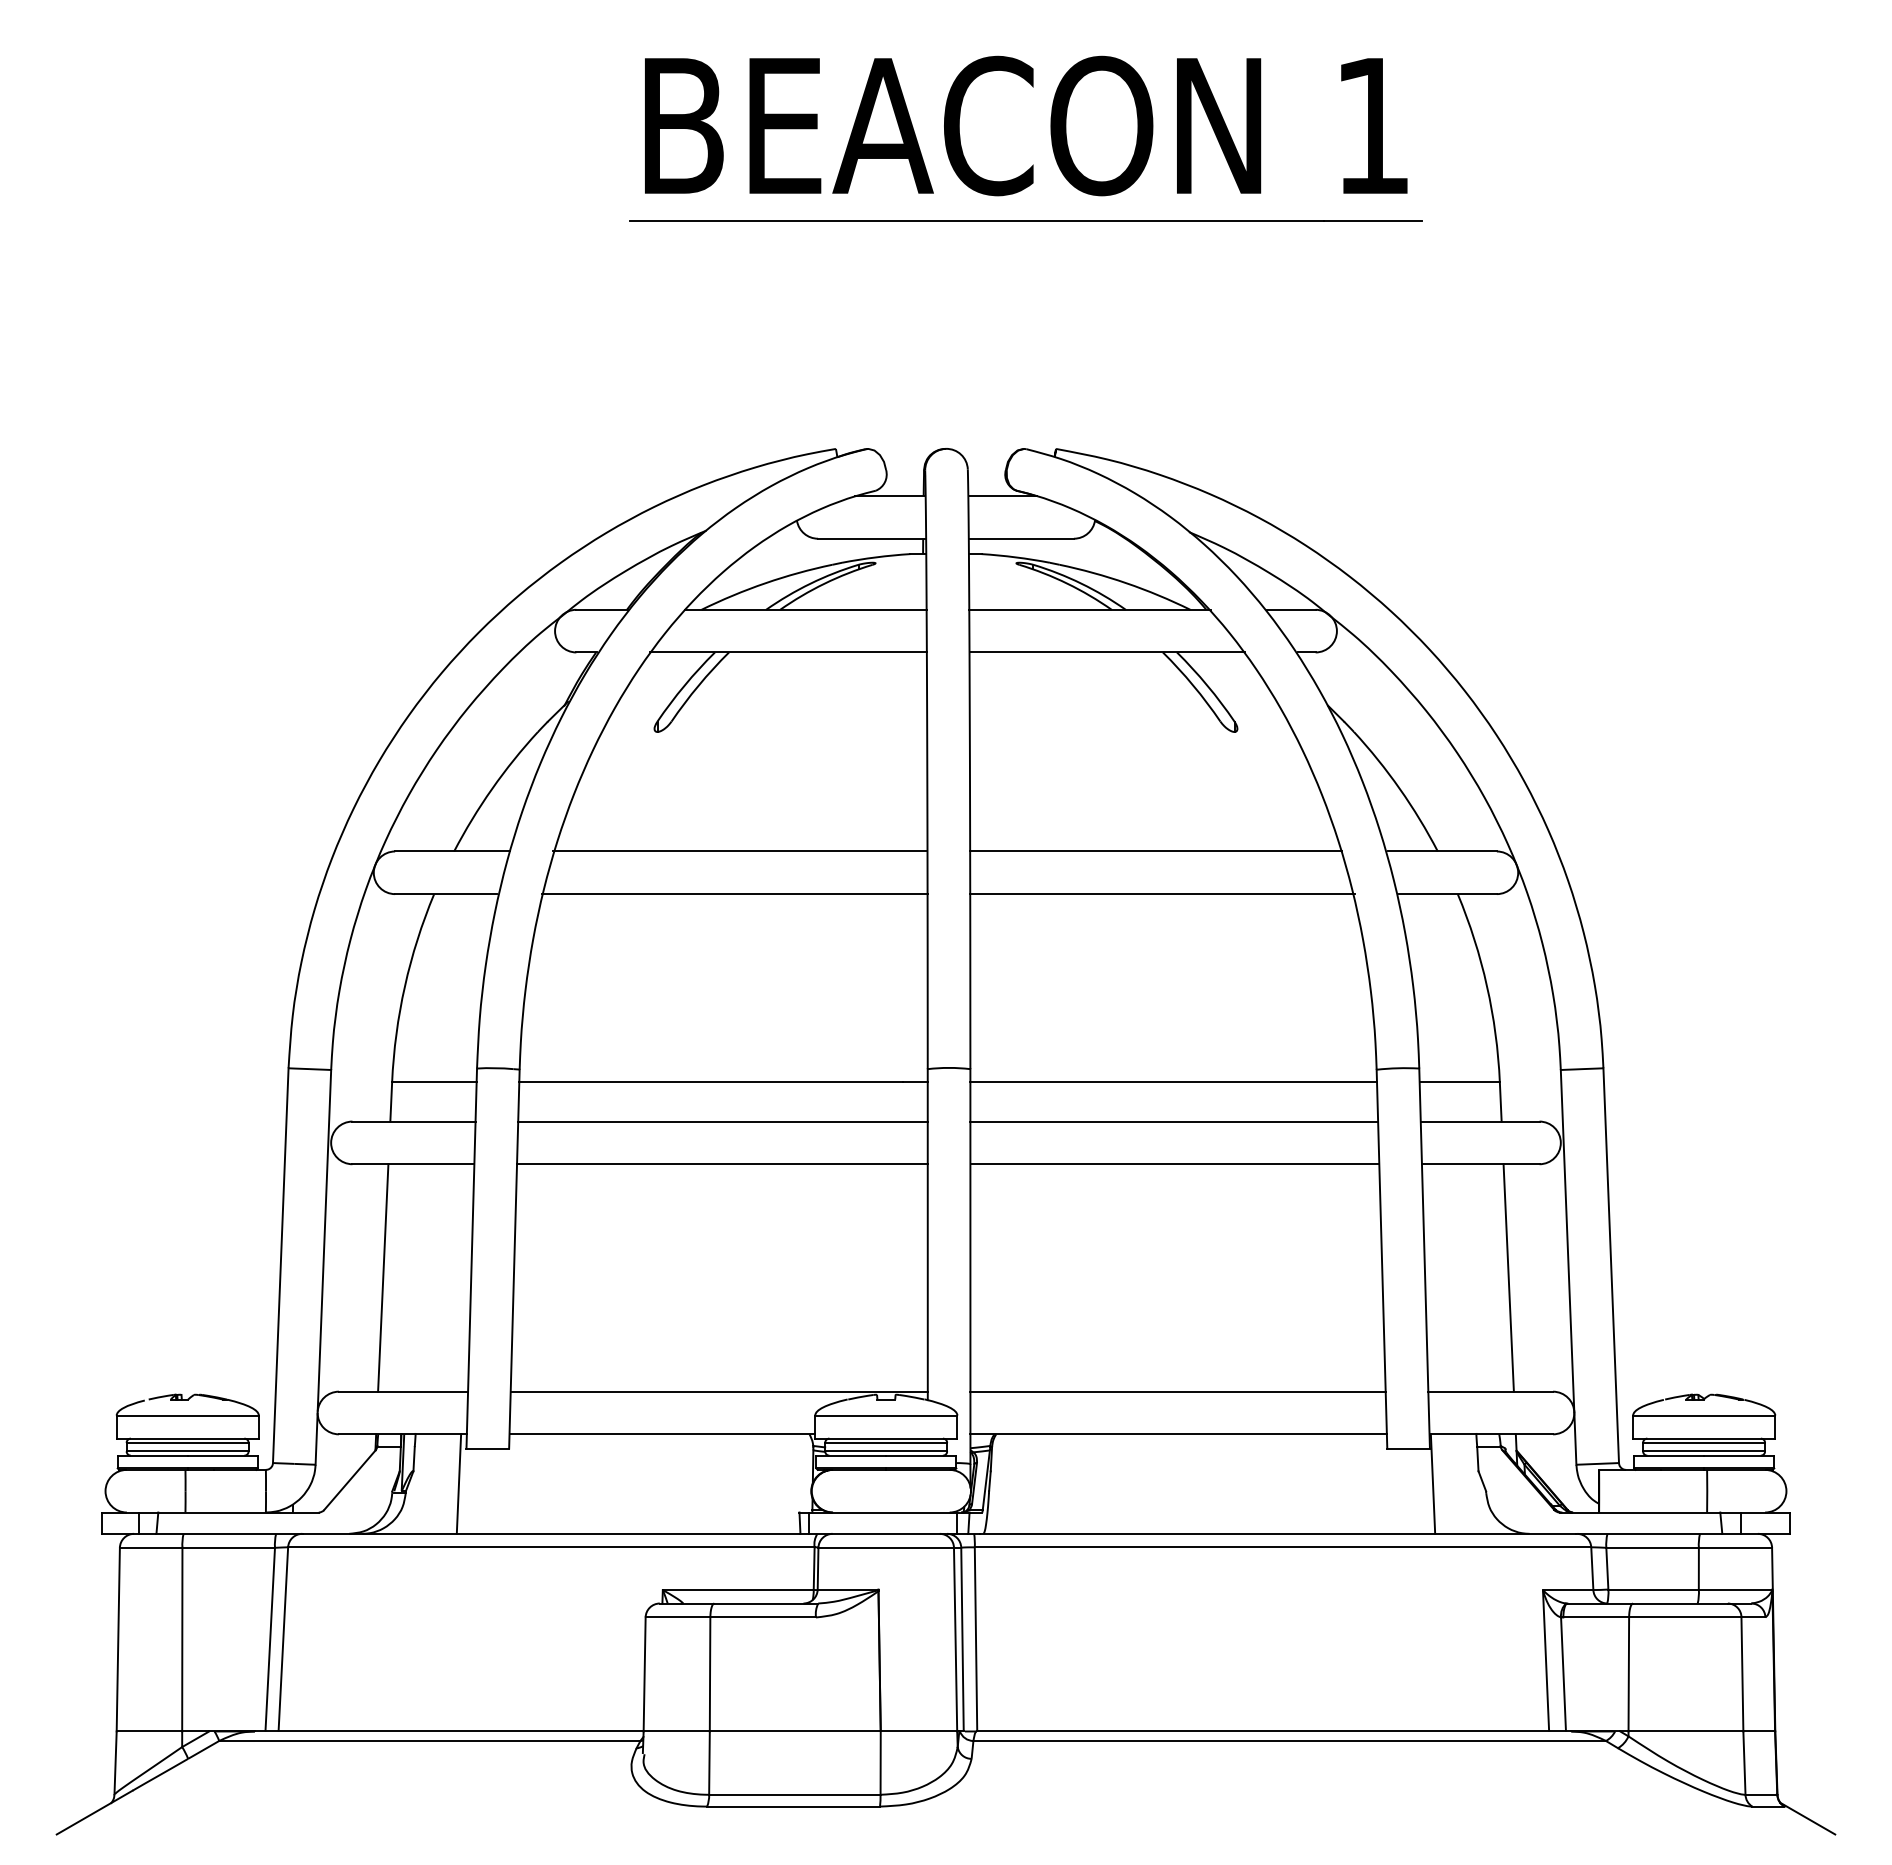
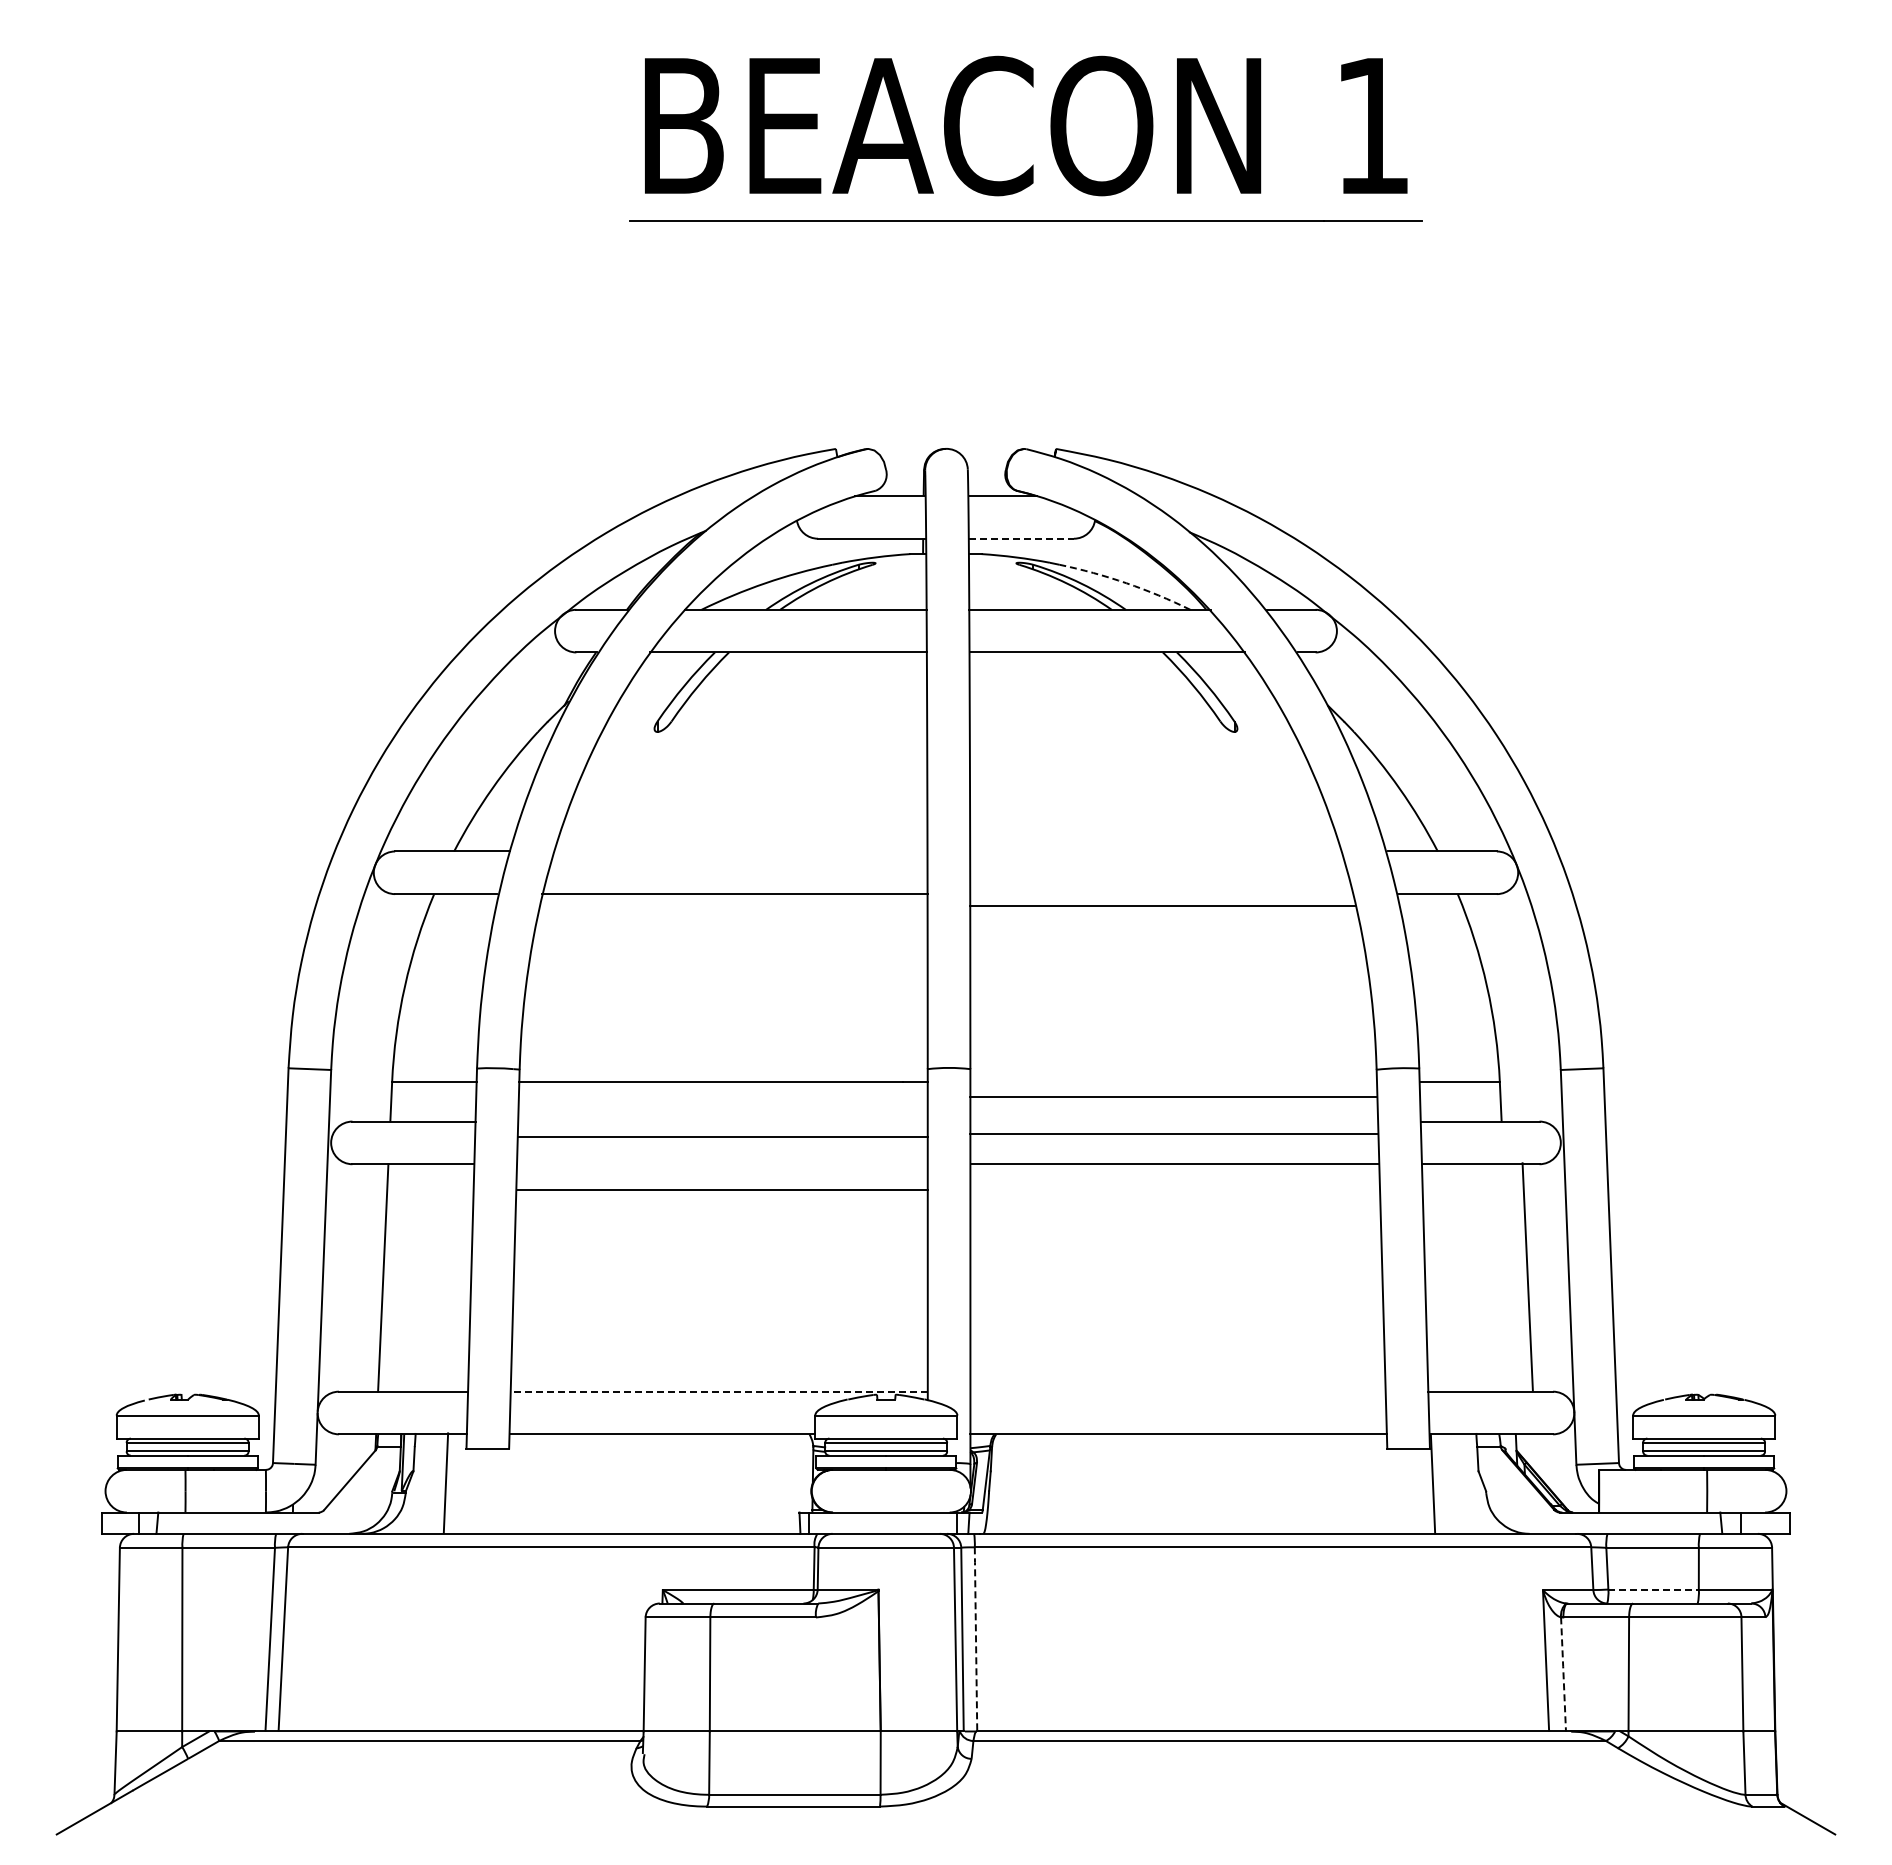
line at (1022, 538): solid -> dashed
arc at (1126, 583): solid -> dashed
line at (739, 851): present -> none
line at (1155, 851): present -> none
line at (1162, 894) position: (1162, 894) -> (1162, 906)
line at (1173, 1082) position: (1173, 1082) -> (1173, 1097)
line at (722, 1121) position: (722, 1121) -> (722, 1136)
line at (1174, 1121) position: (1174, 1121) -> (1174, 1133)
line at (722, 1164) position: (722, 1164) -> (722, 1190)
line at (1508, 1277) position: (1508, 1277) -> (1527, 1276)
line at (719, 1391): solid -> dashed
line at (1177, 1391): present -> none
line at (458, 1483) position: (458, 1483) -> (445, 1482)
line at (1654, 1589): solid -> dashed
line at (976, 1639): solid -> dashed
line at (1563, 1673): solid -> dashed
